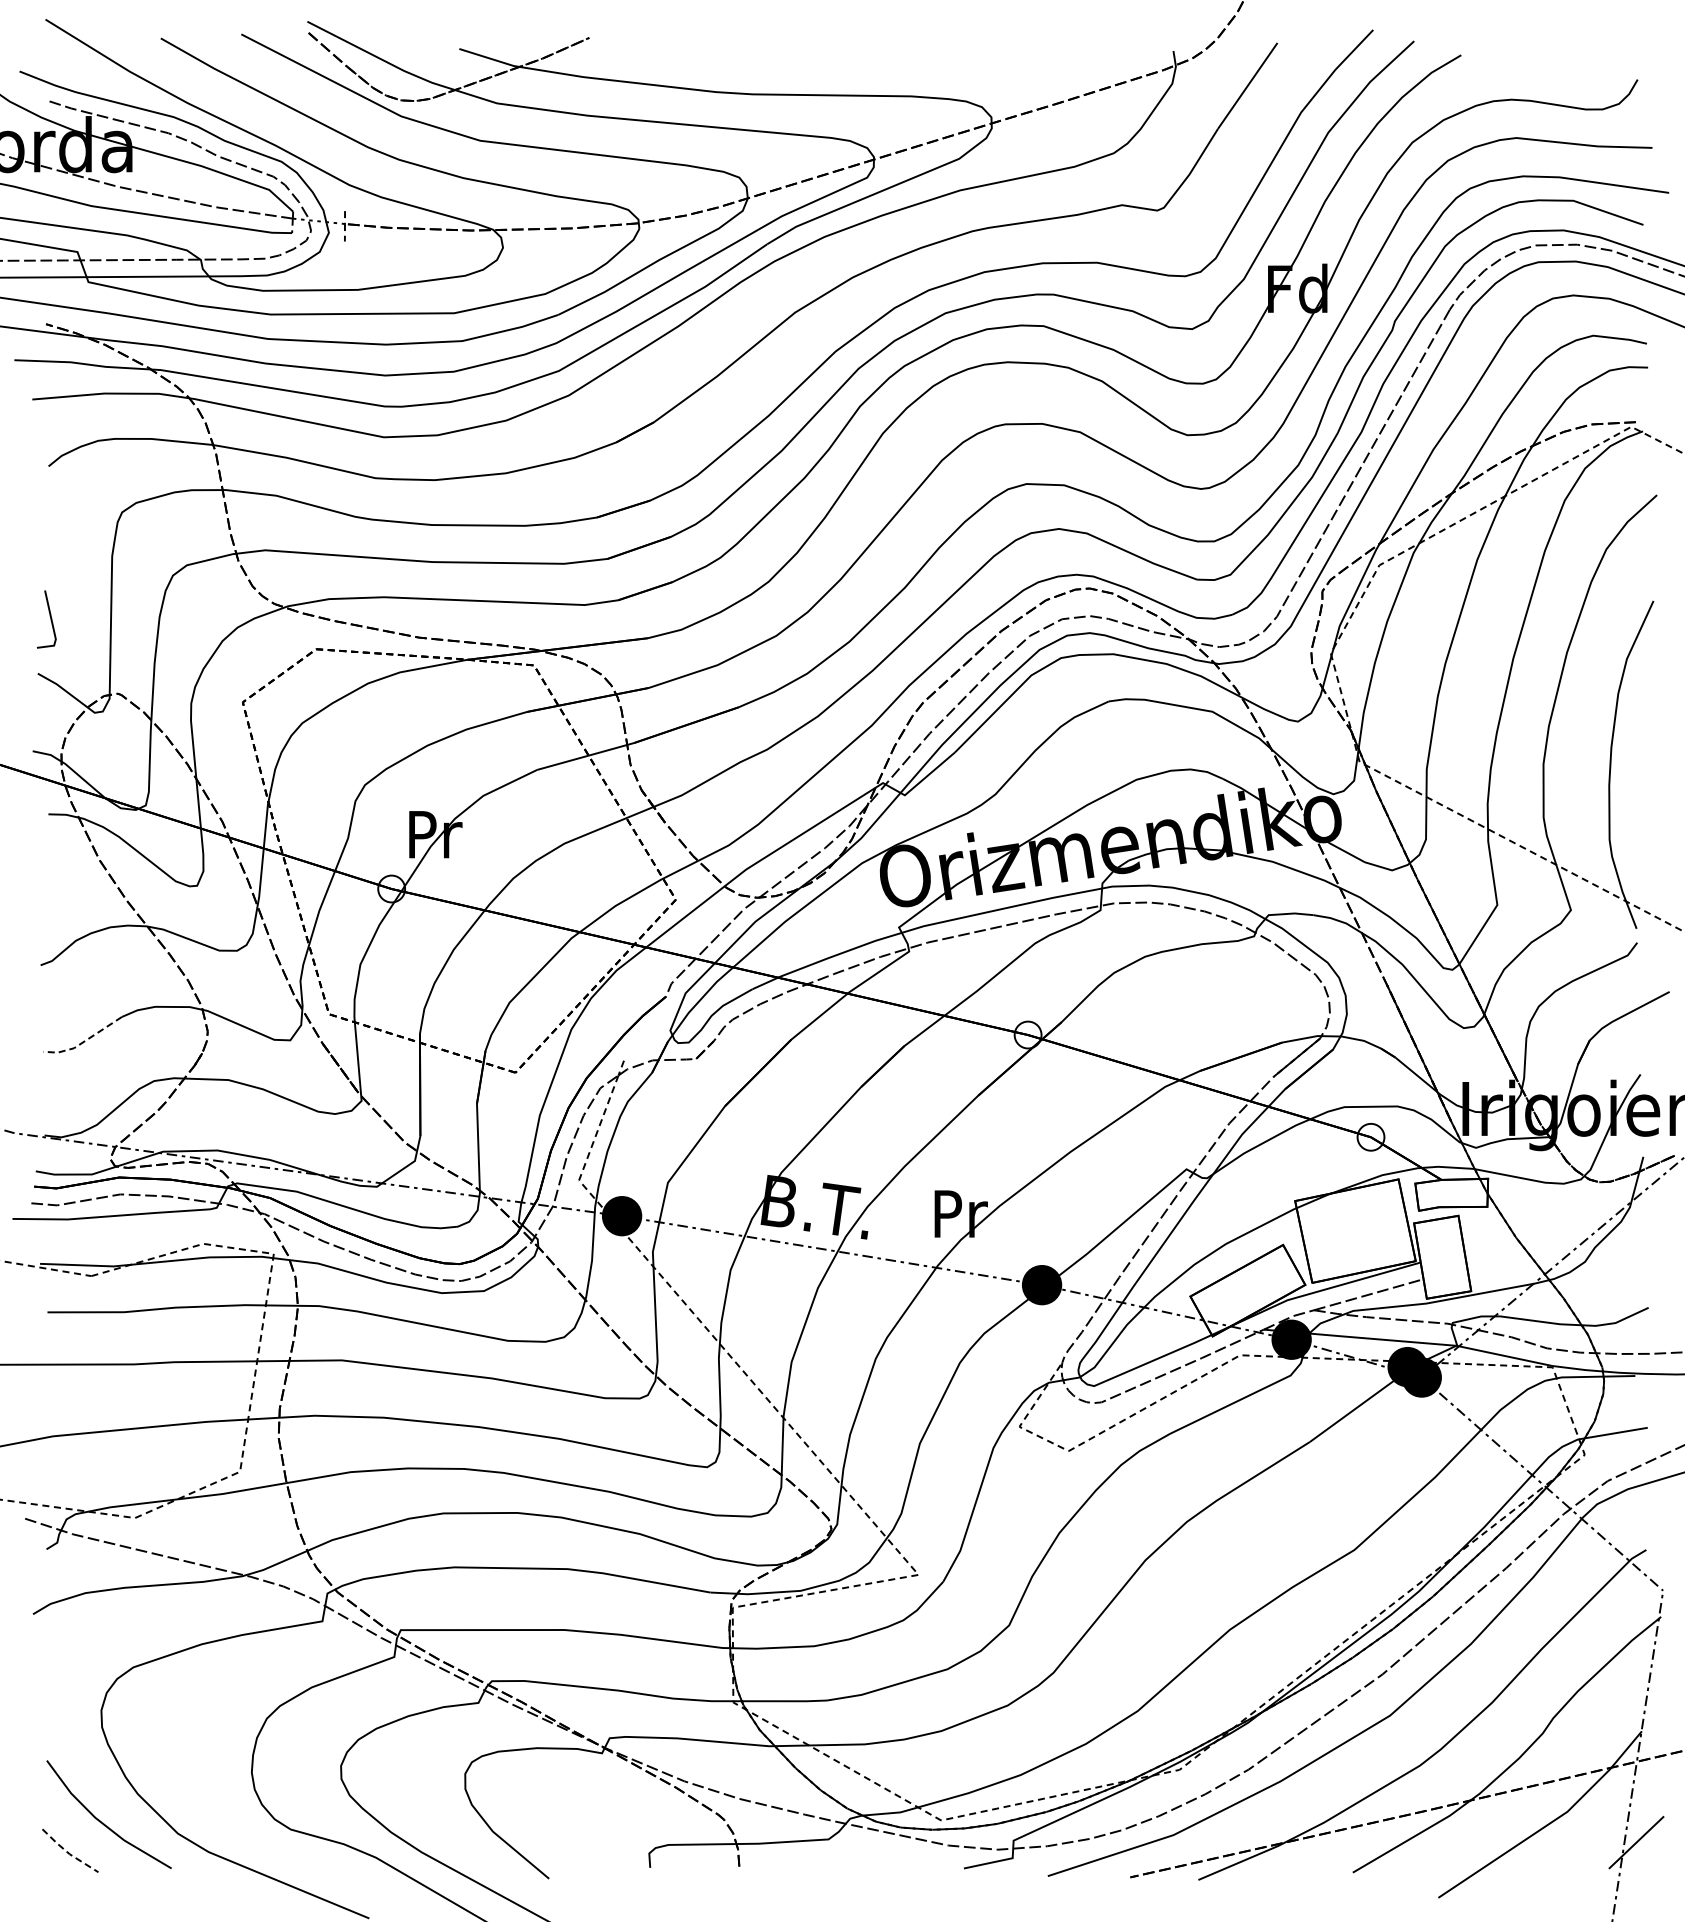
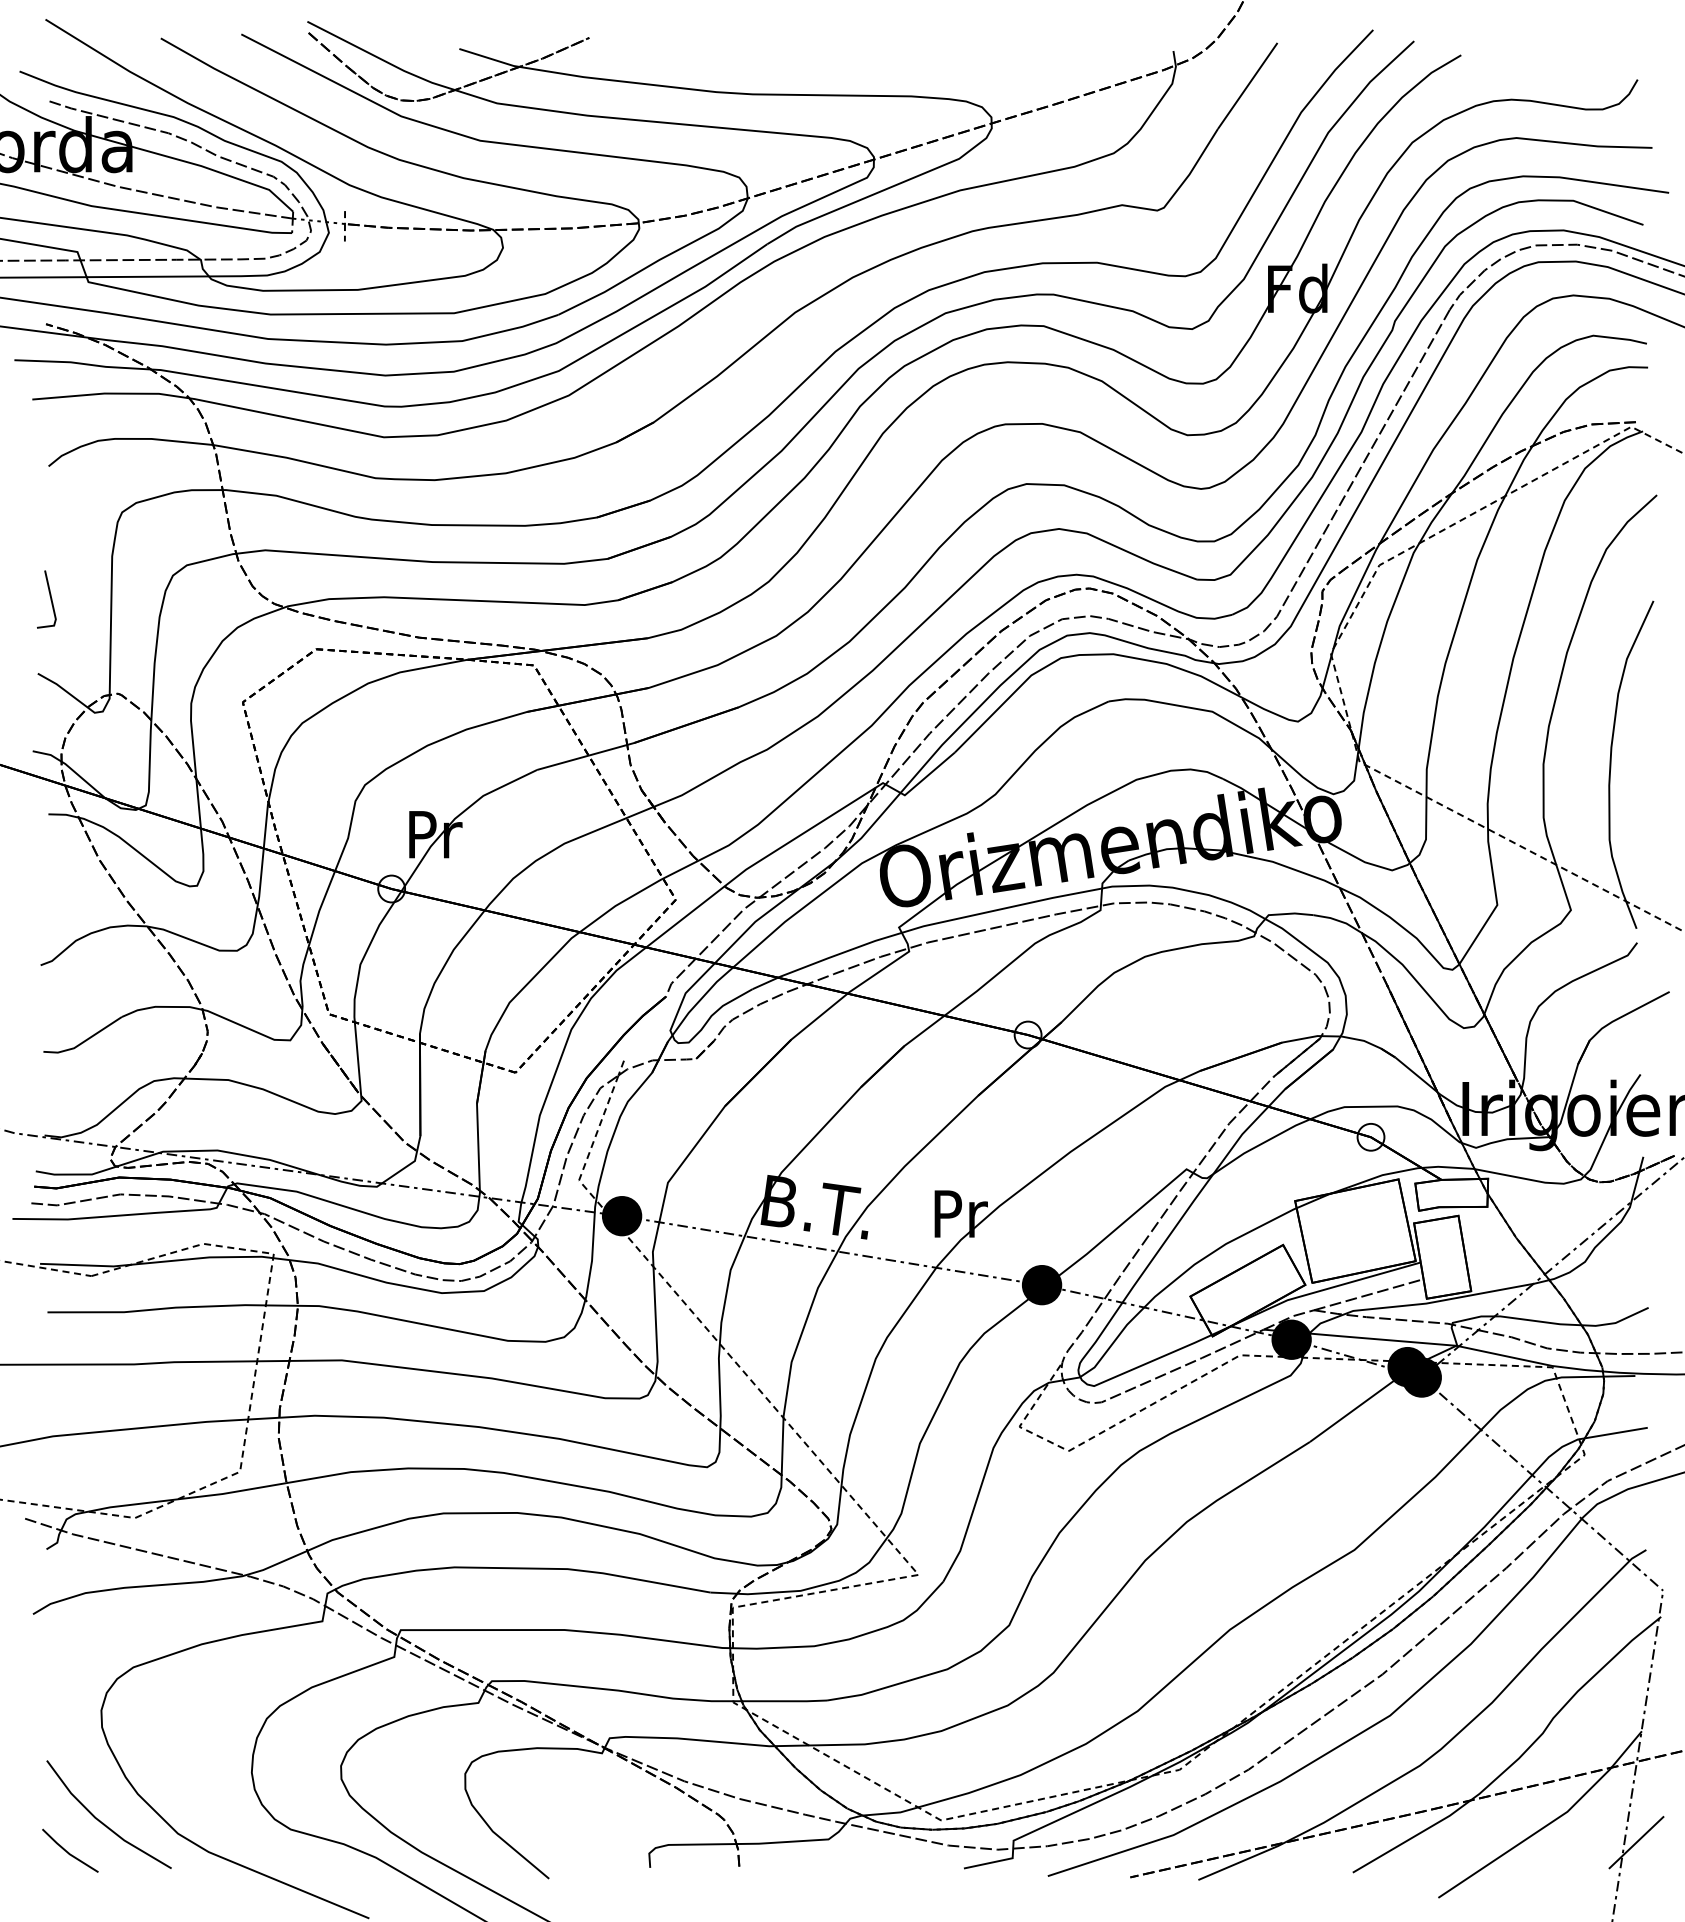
line at (50, 619) position: (50, 619) -> (50, 599)
line at (84, 1041): dashed -> solid
line at (68, 1852): dashed -> solid
